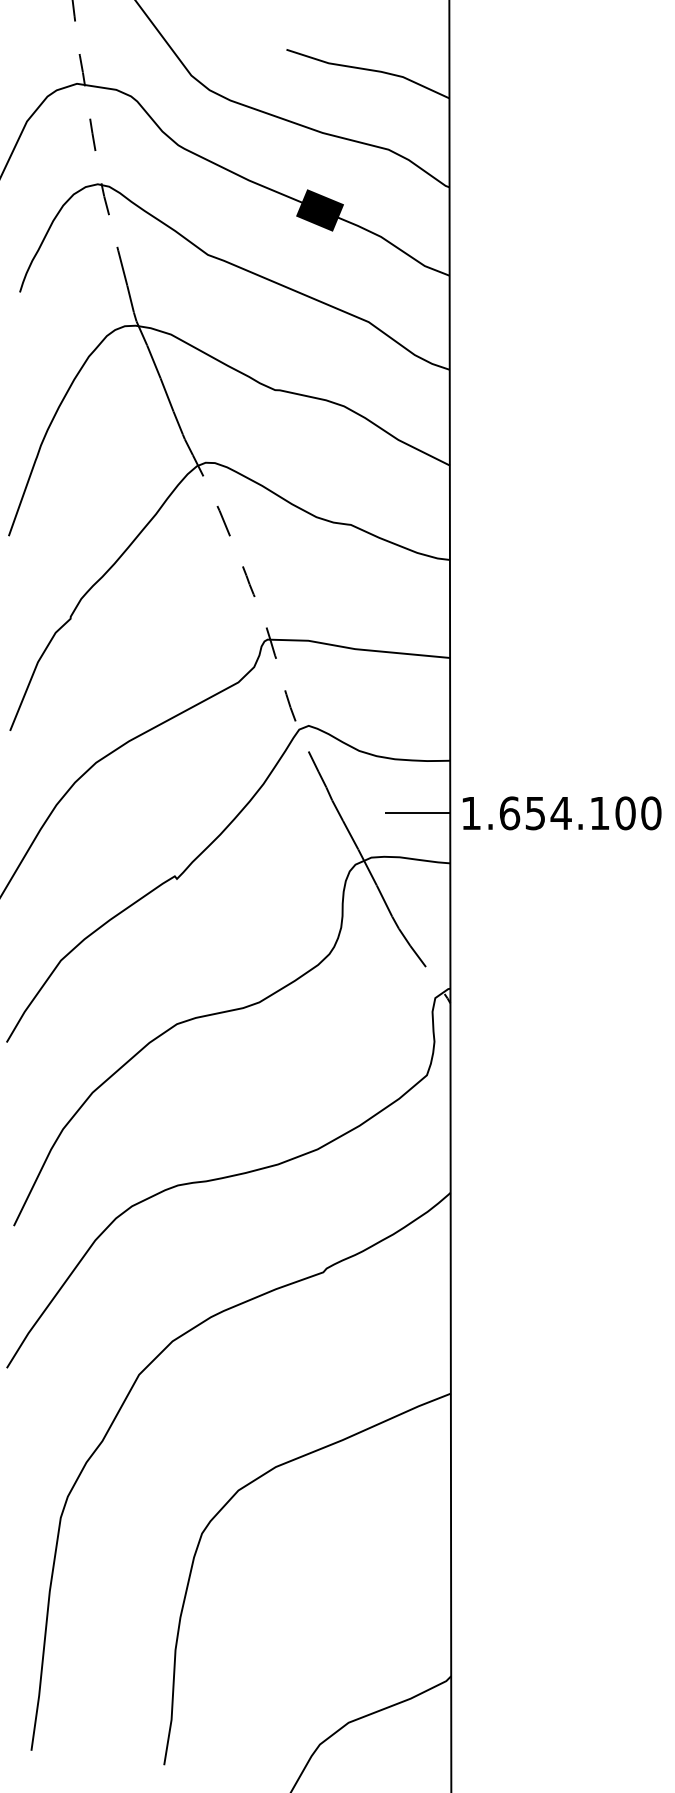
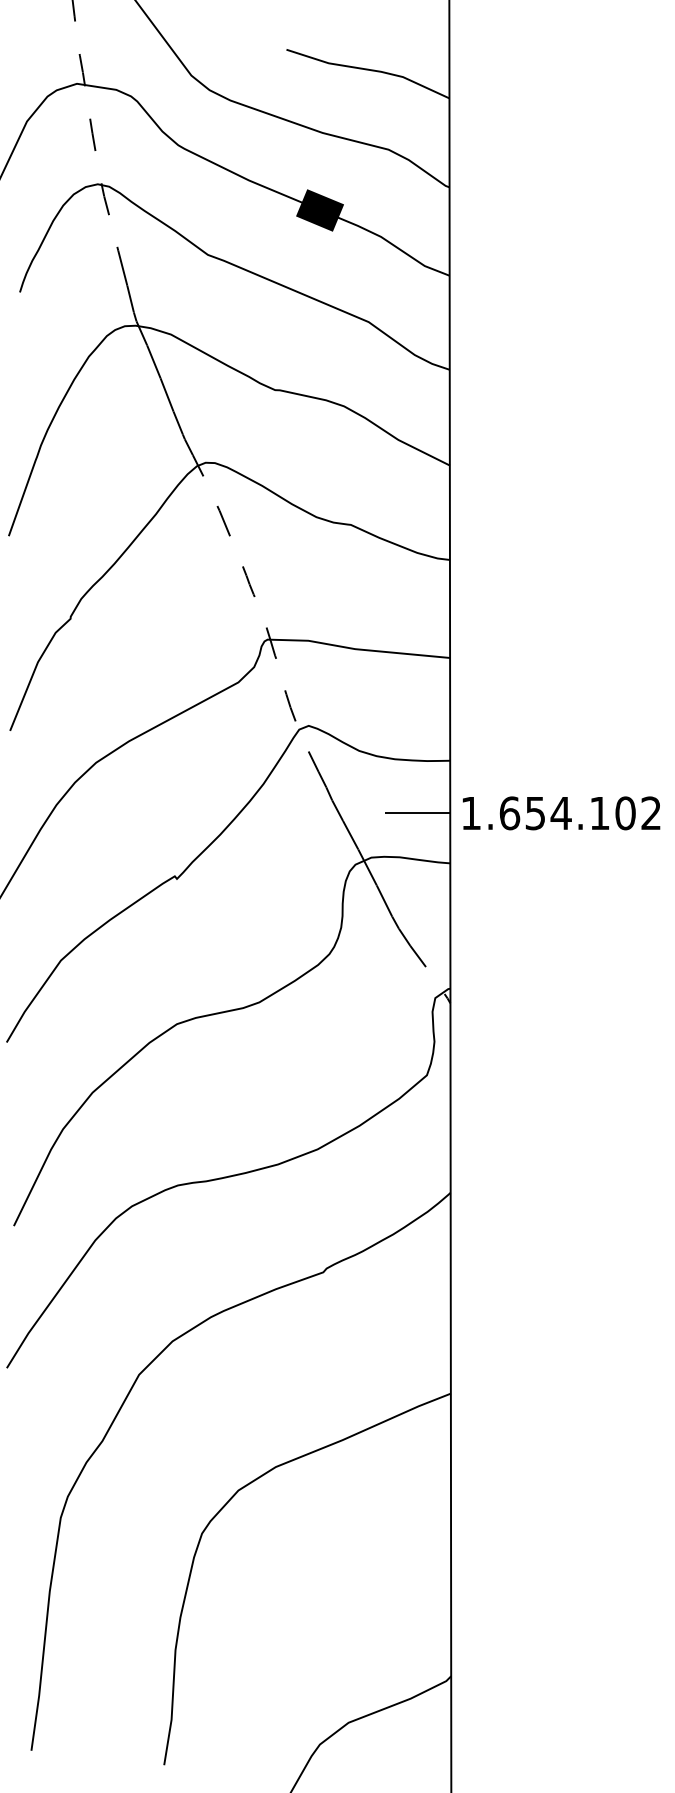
text at (651, 813): 1.654.100 -> 1.654.102
